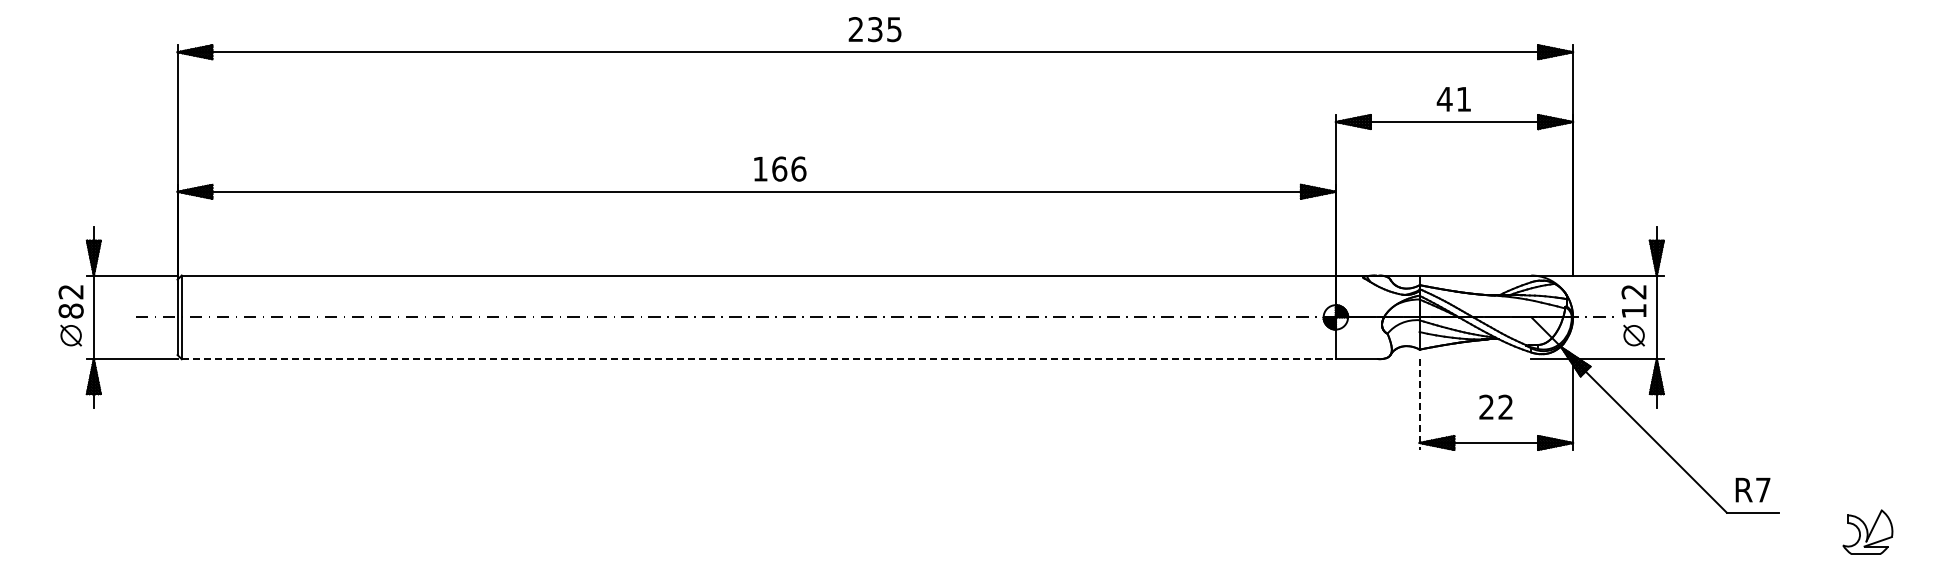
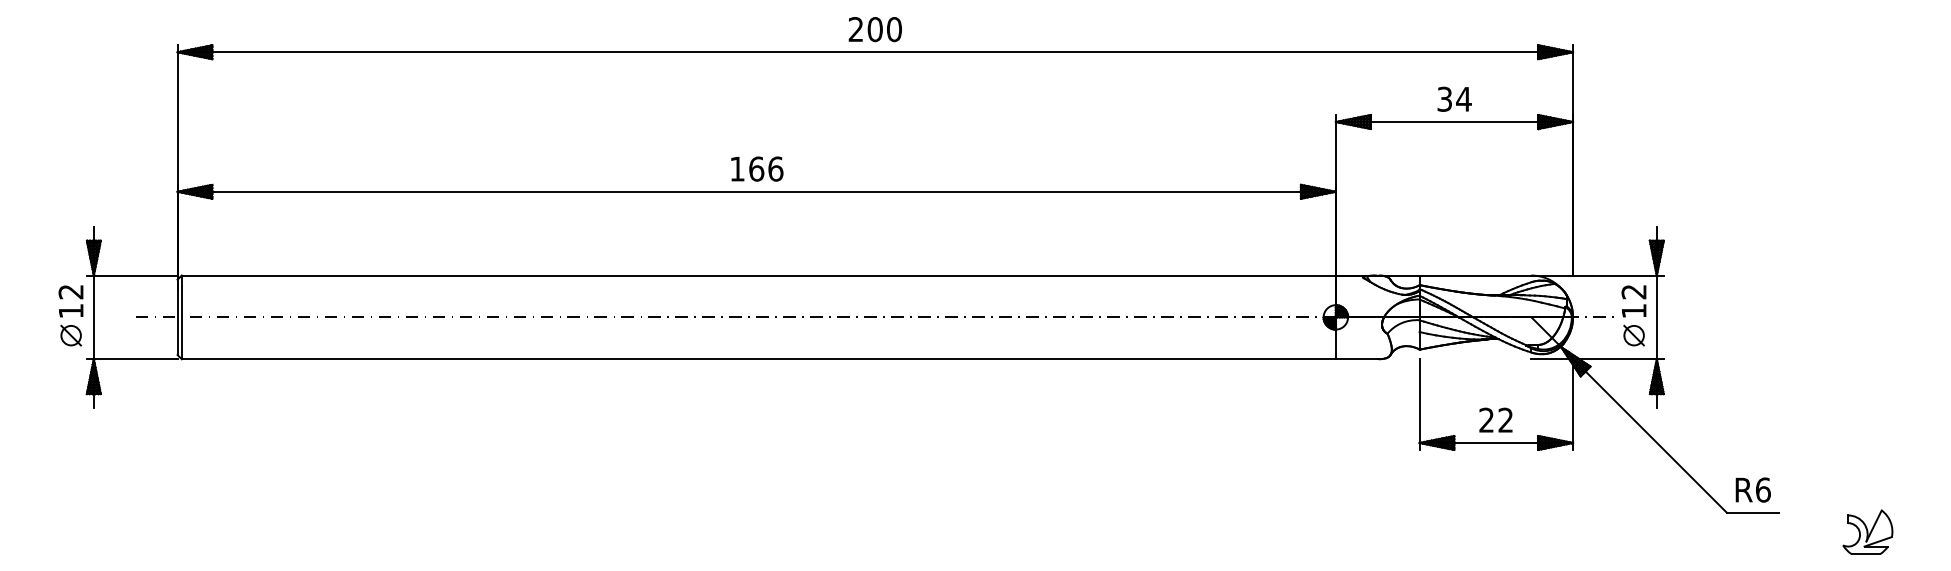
text at (884, 29): 235 -> 200
text at (1453, 98): 41 -> 34
text at (780, 168) position: (780, 168) -> (757, 168)
text at (70, 310): 82 -> 12
line at (759, 359): dashed -> solid
line at (1419, 405): dashed -> solid
text at (1495, 406) position: (1495, 406) -> (1495, 419)
text at (1763, 489): R7 -> R6
